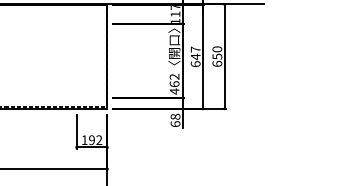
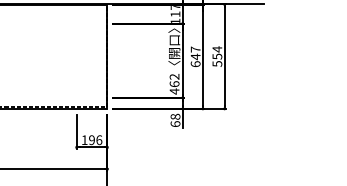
text at (217, 56): 650 -> 554
text at (99, 140): 192 -> 196
